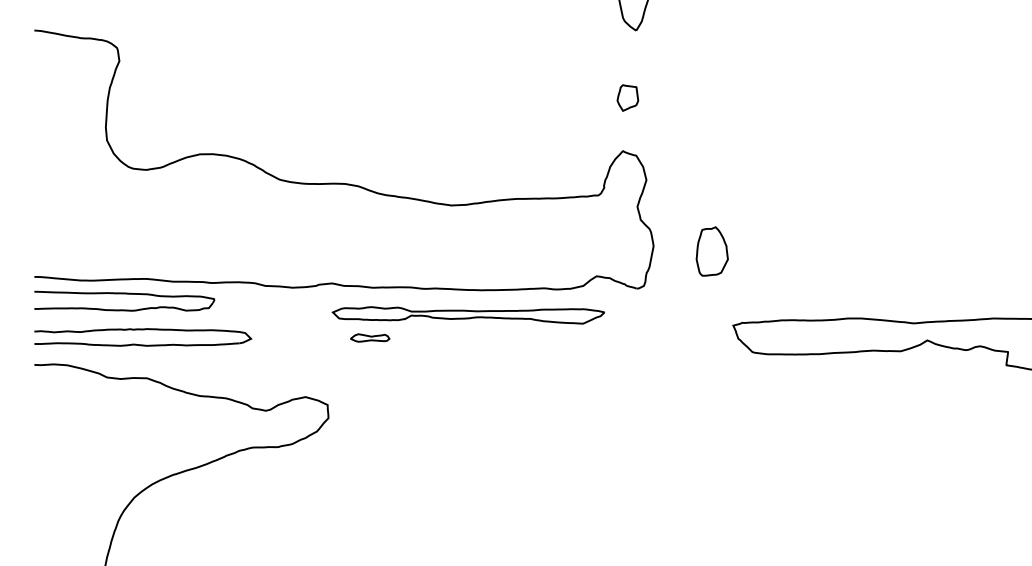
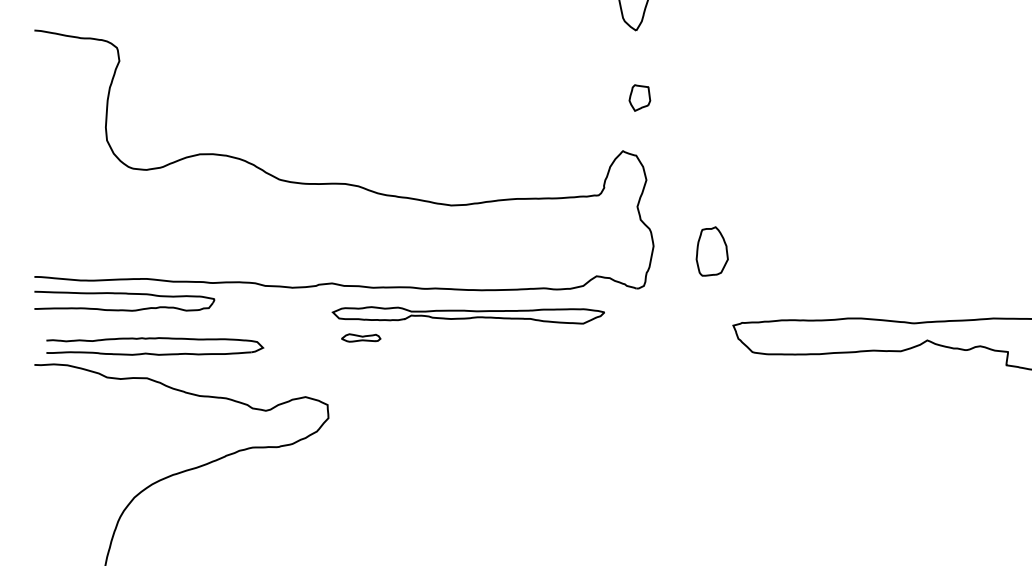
part at (627, 97) position: (627, 97) -> (639, 97)
part at (143, 330) position: (143, 330) -> (155, 339)
part at (370, 337) position: (370, 337) -> (361, 337)
